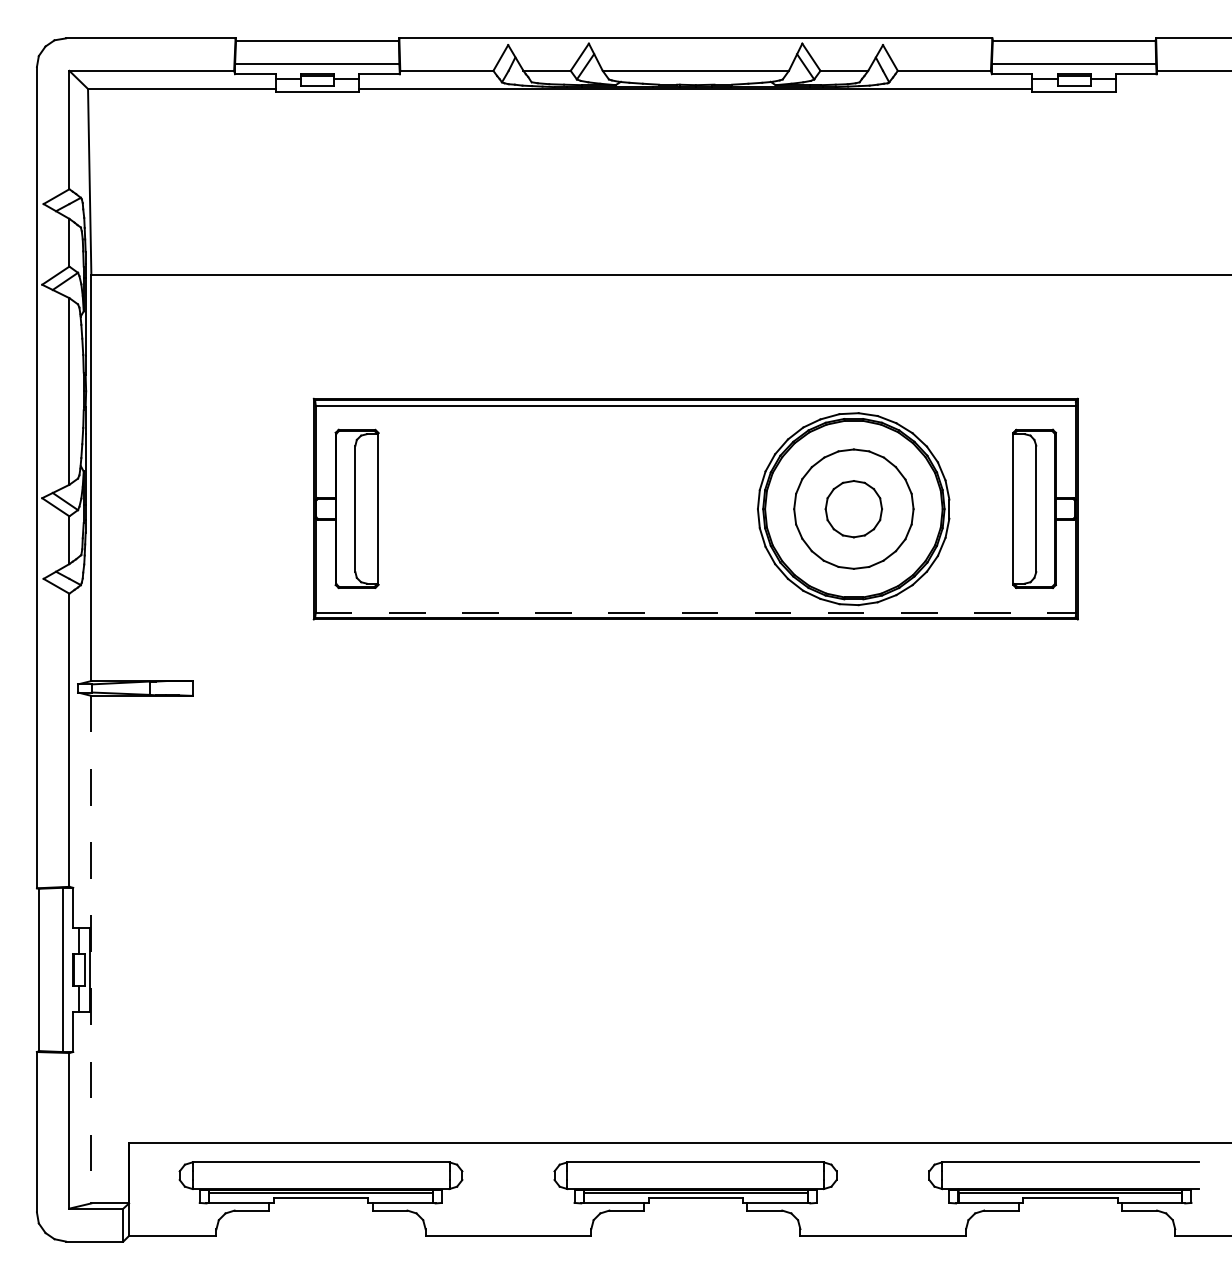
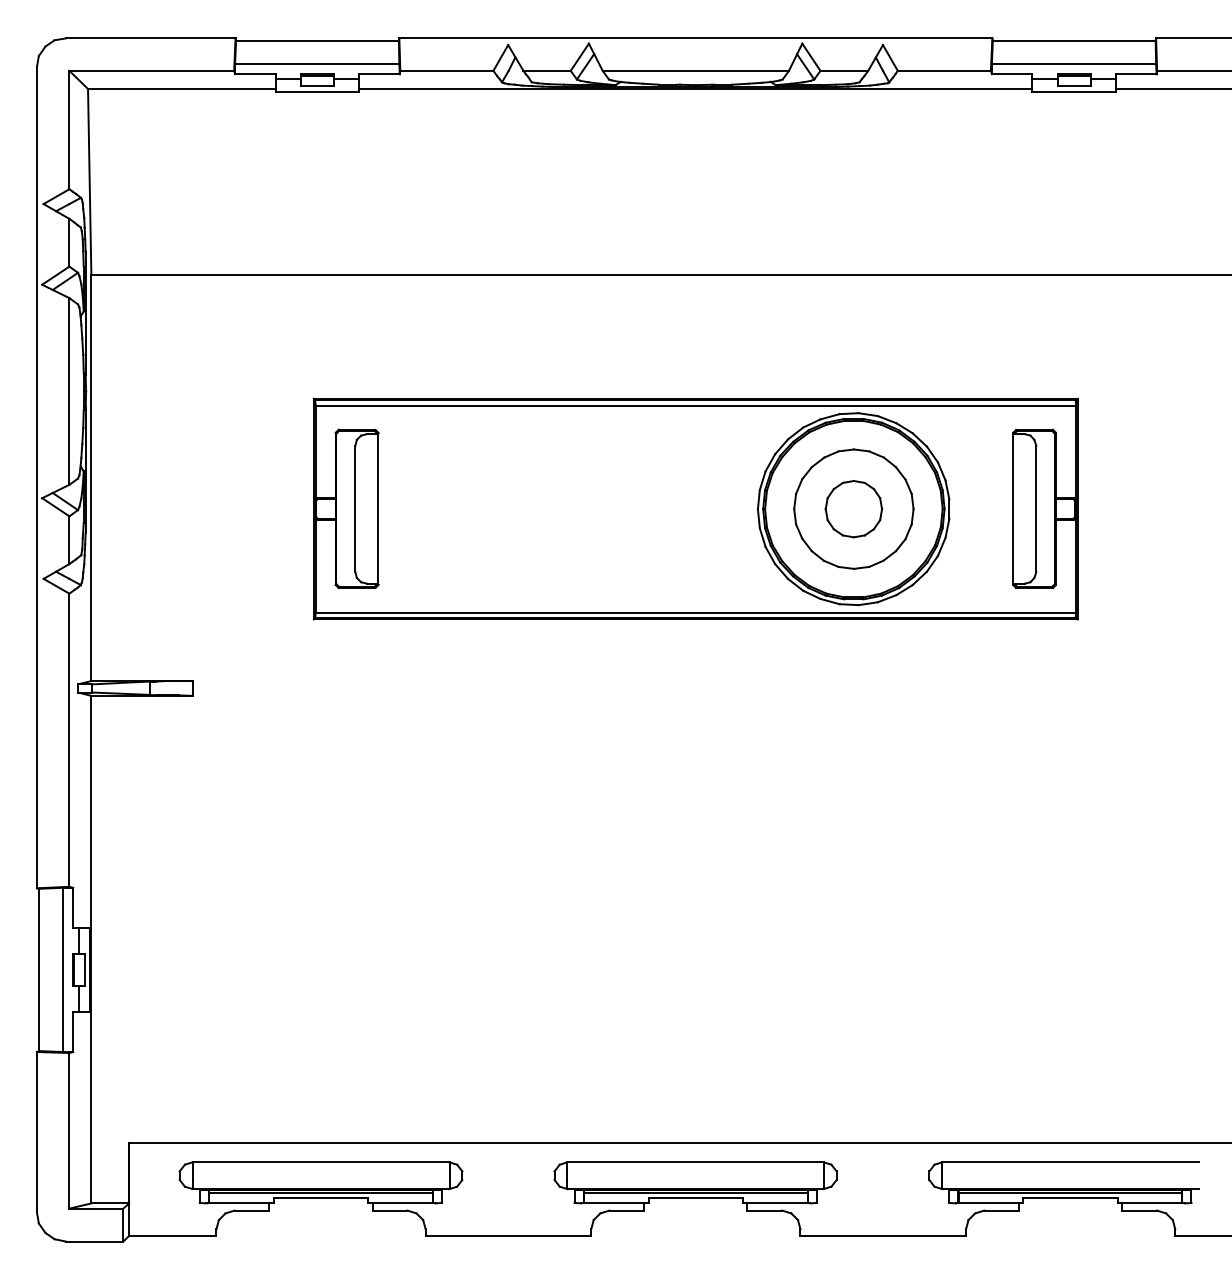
line at (1172, 89): none -> present
line at (696, 612): dashed -> solid
line at (91, 949): dashed -> solid
